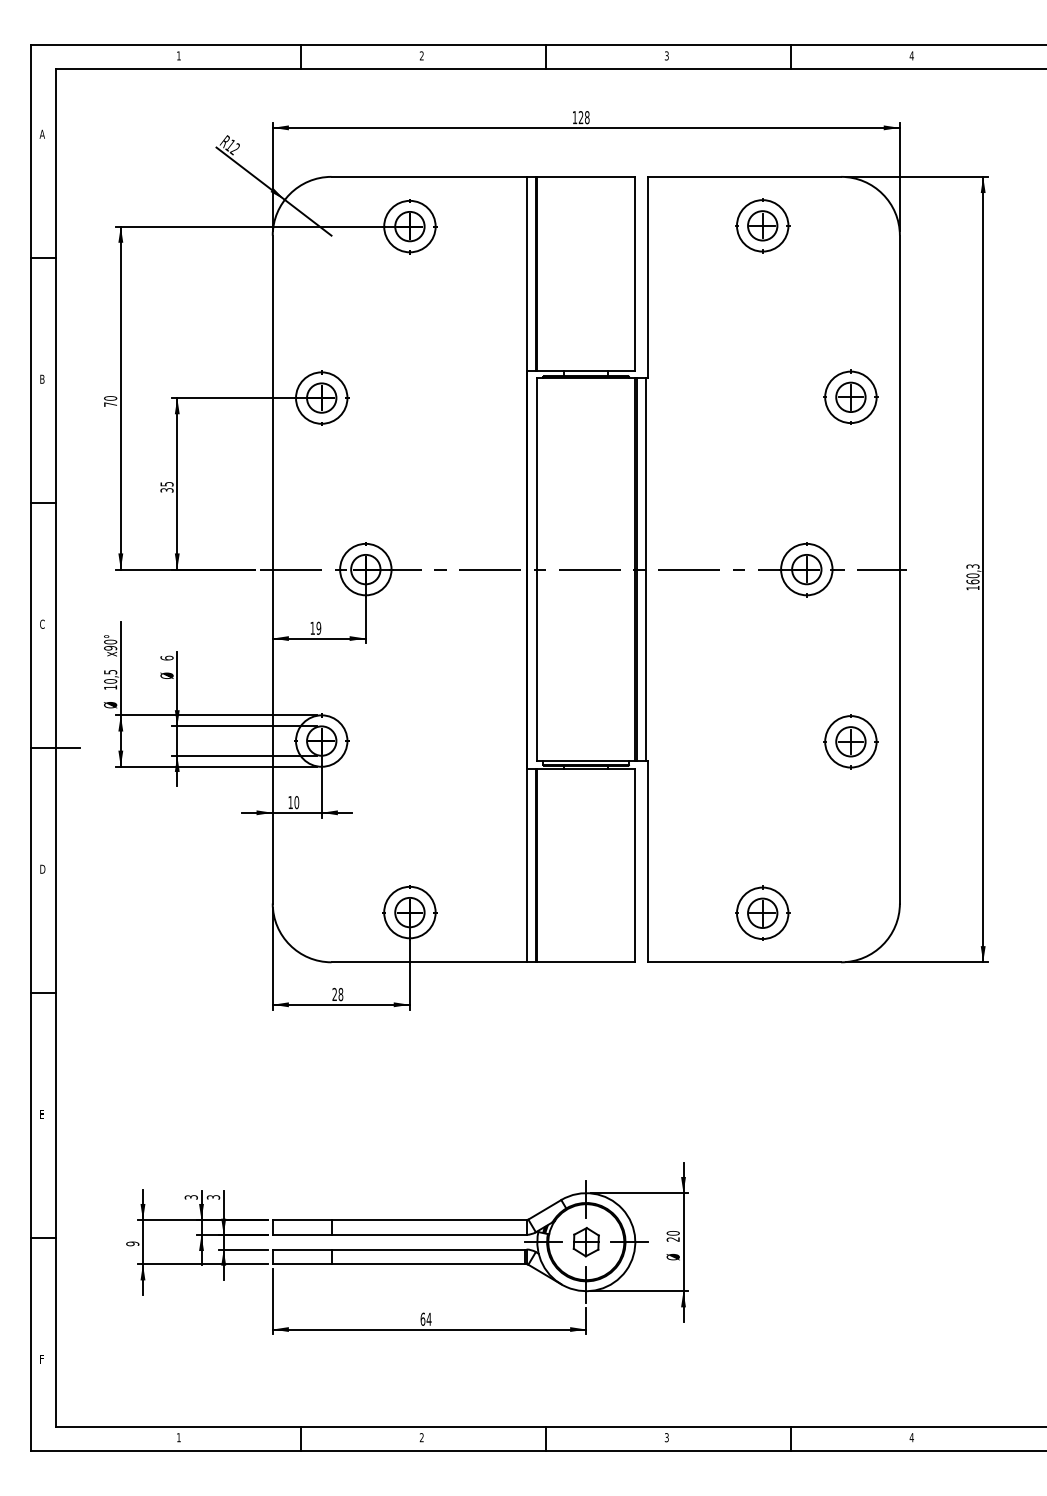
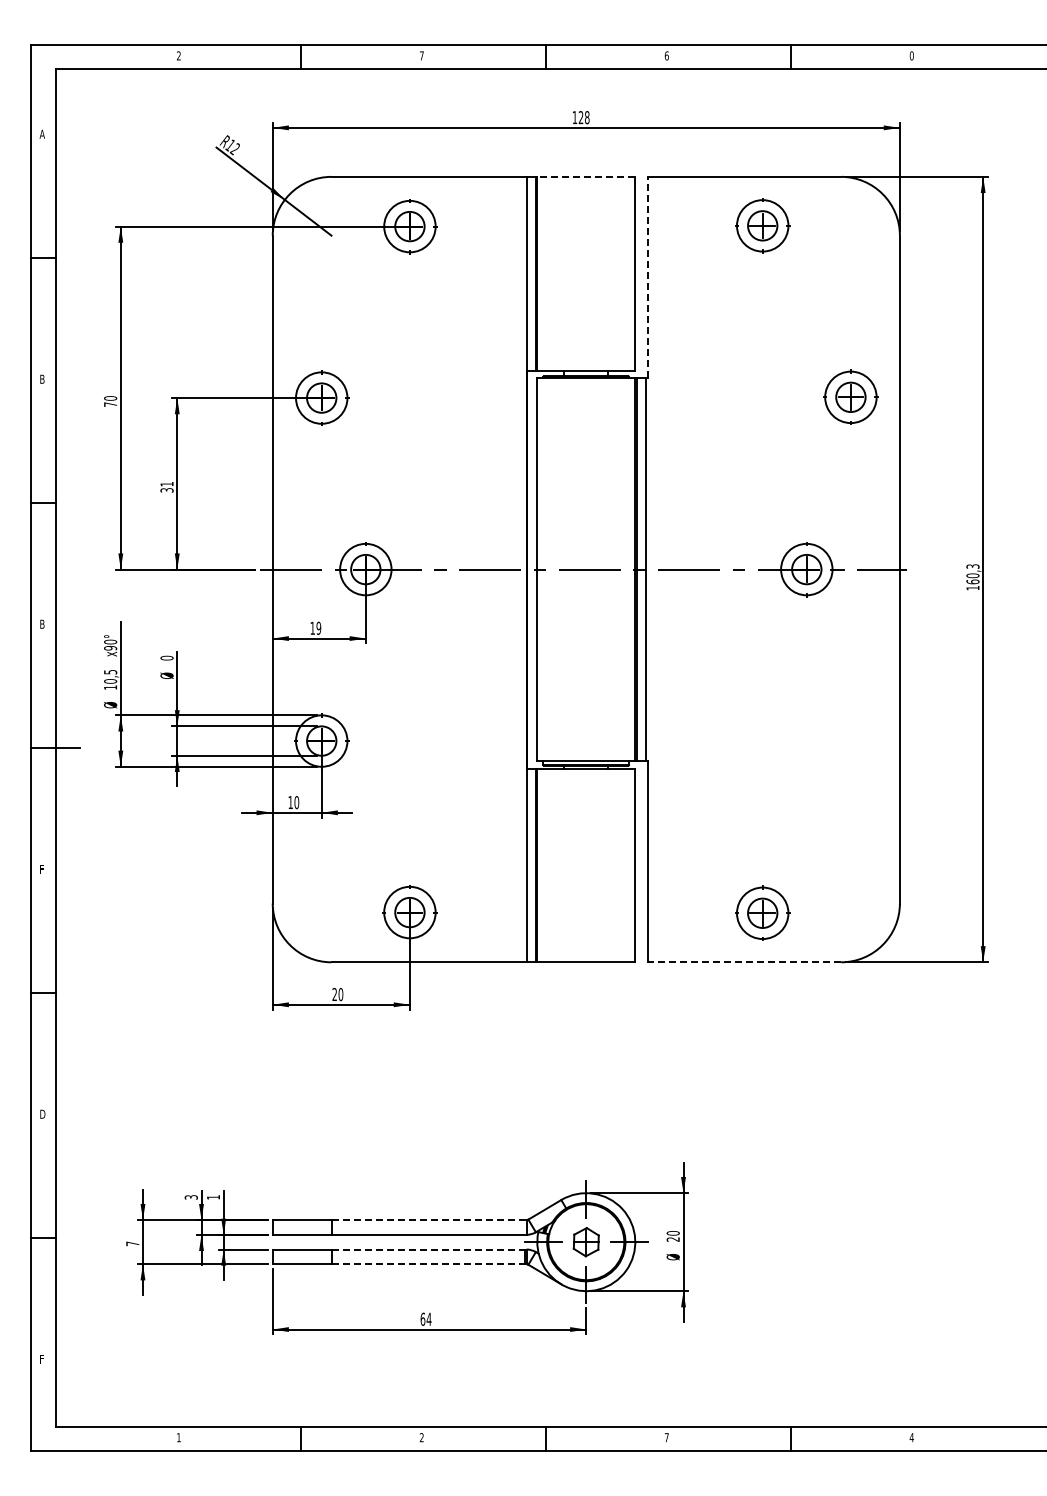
text at (178, 55): 1 -> 2
text at (421, 55): 2 -> 7
text at (666, 55): 3 -> 6
text at (911, 55): 4 -> 0
line at (586, 176): solid -> dashed
line at (647, 277): solid -> dashed
text at (166, 484): 35 -> 31
text at (42, 623): C -> B
text at (166, 657): 6 -> 0
part at (850, 741): present -> none
text at (42, 868): D -> F
line at (744, 962): solid -> dashed
text at (340, 994): 28 -> 20
text at (42, 1113): E -> D
text at (213, 1197): 3 -> 1
line at (429, 1220): solid -> dashed
text at (132, 1243): 9 -> 7
line at (428, 1249): solid -> dashed
line at (428, 1264): solid -> dashed
text at (666, 1437): 3 -> 7
